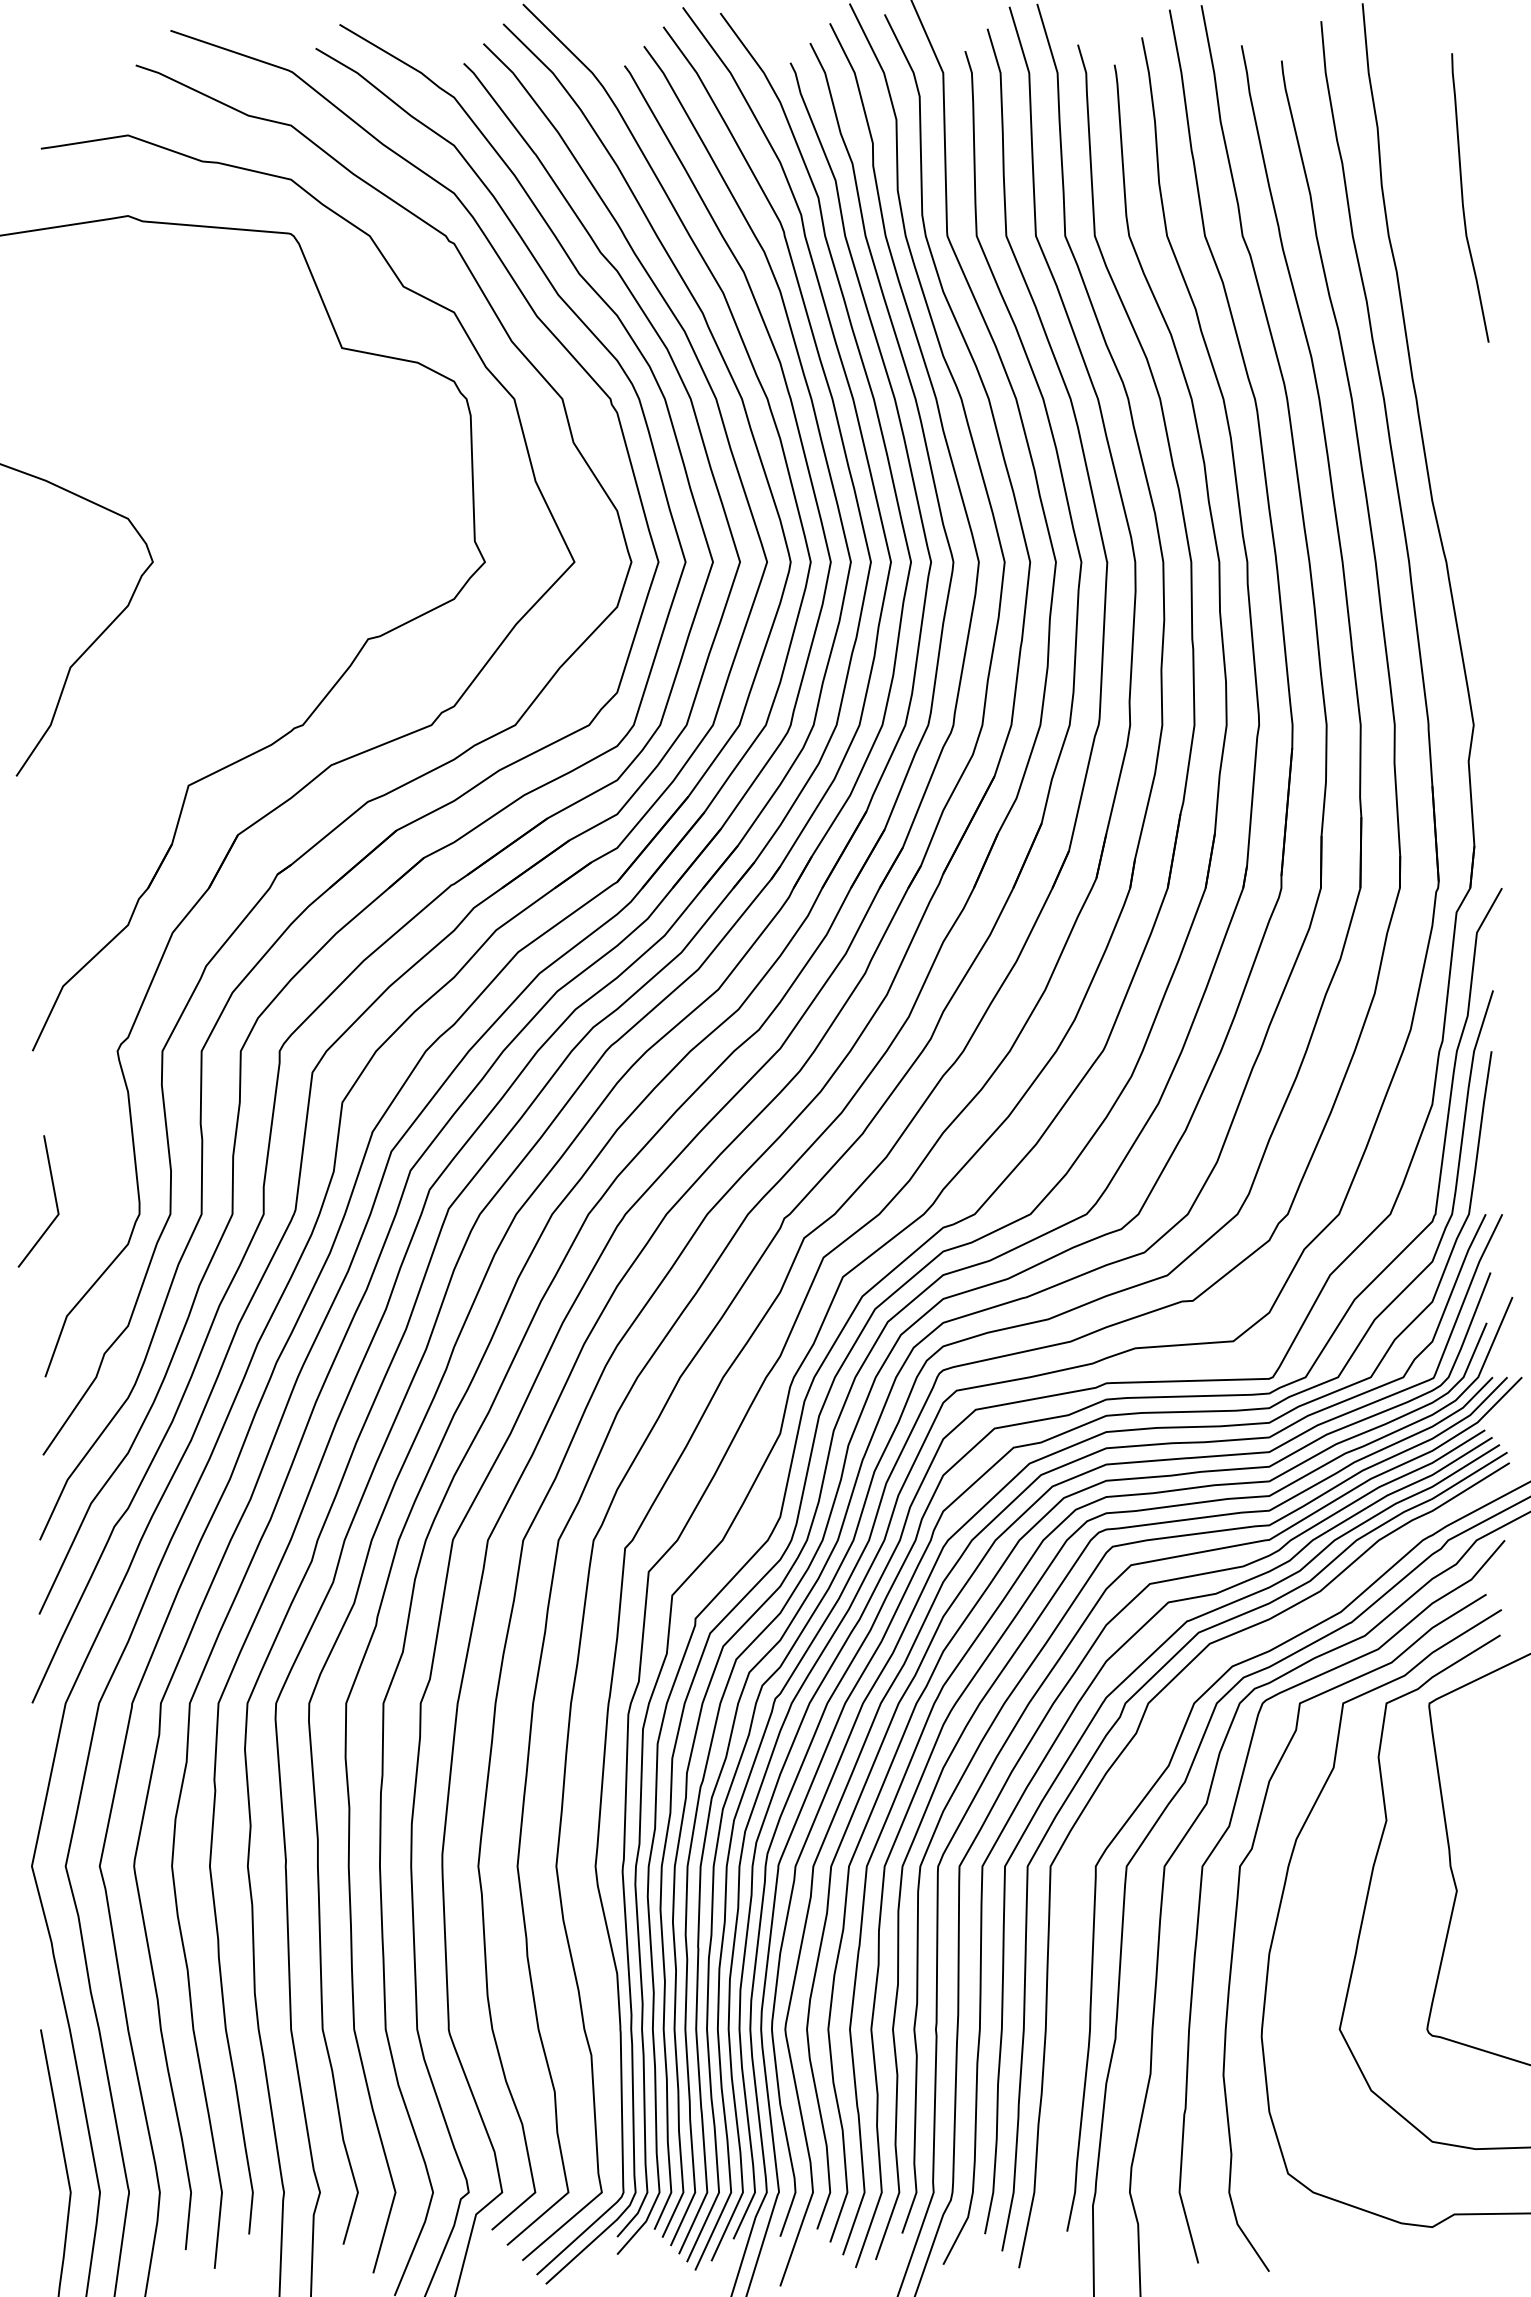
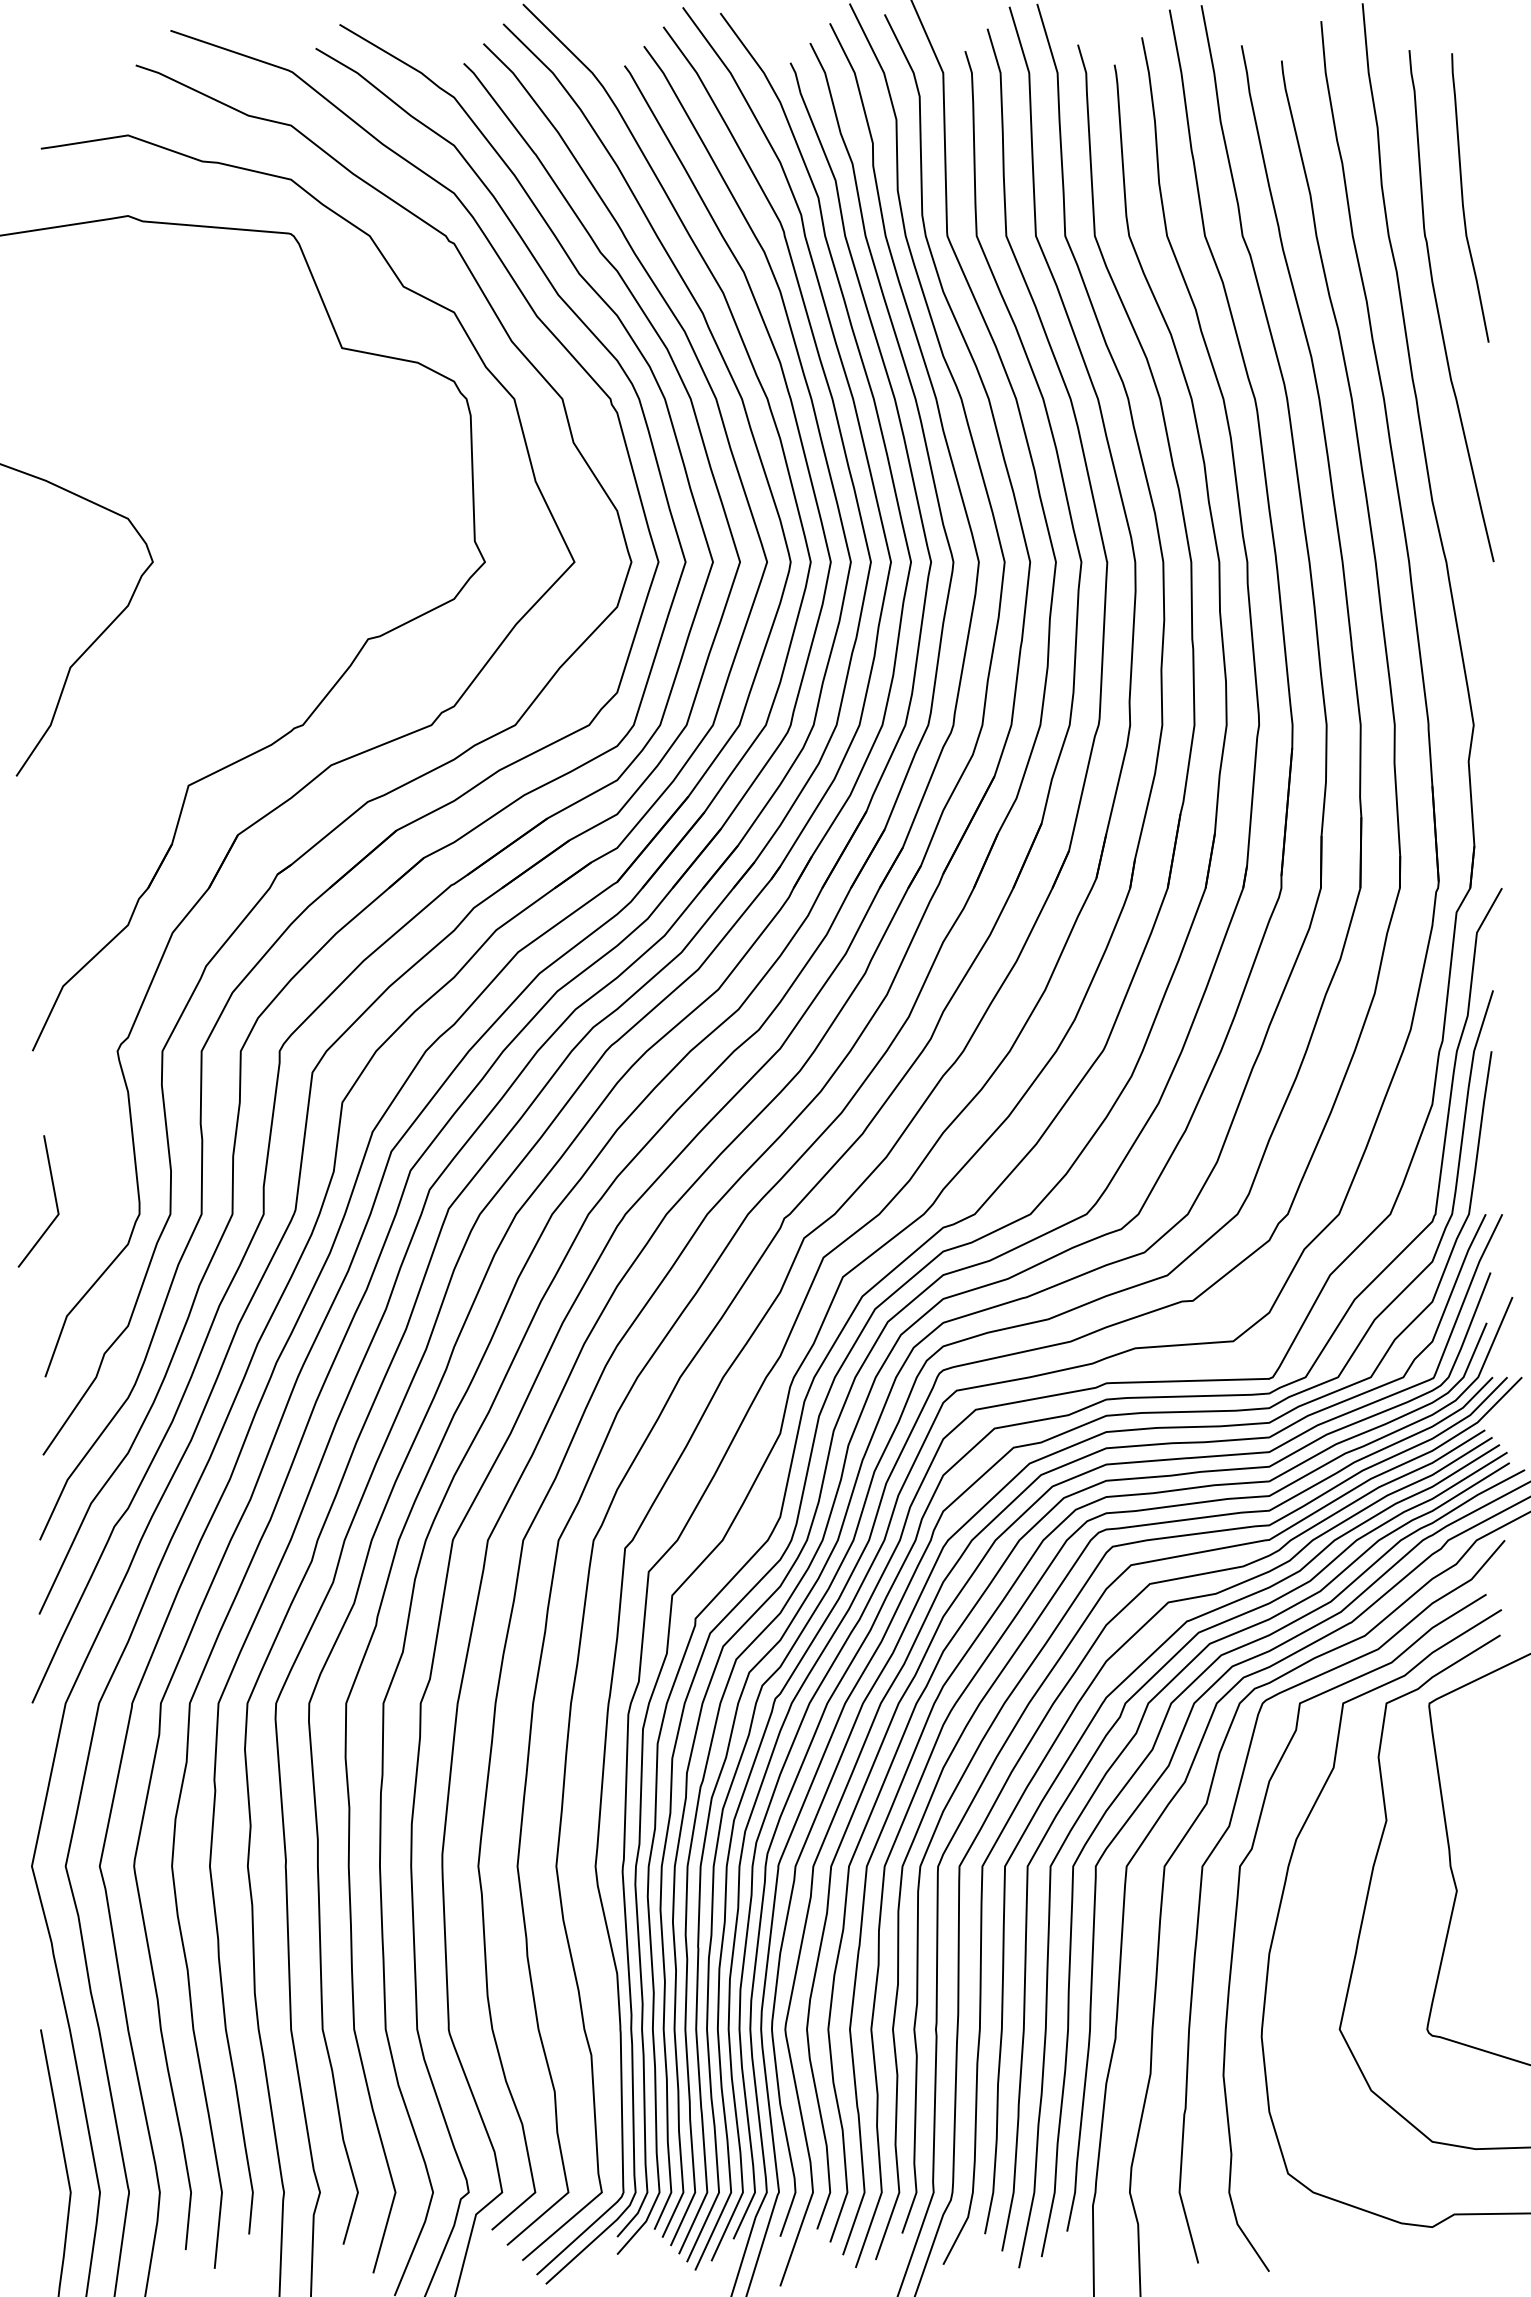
curve at (1438, 307): none -> present
curve at (1146, 1759): none -> present
